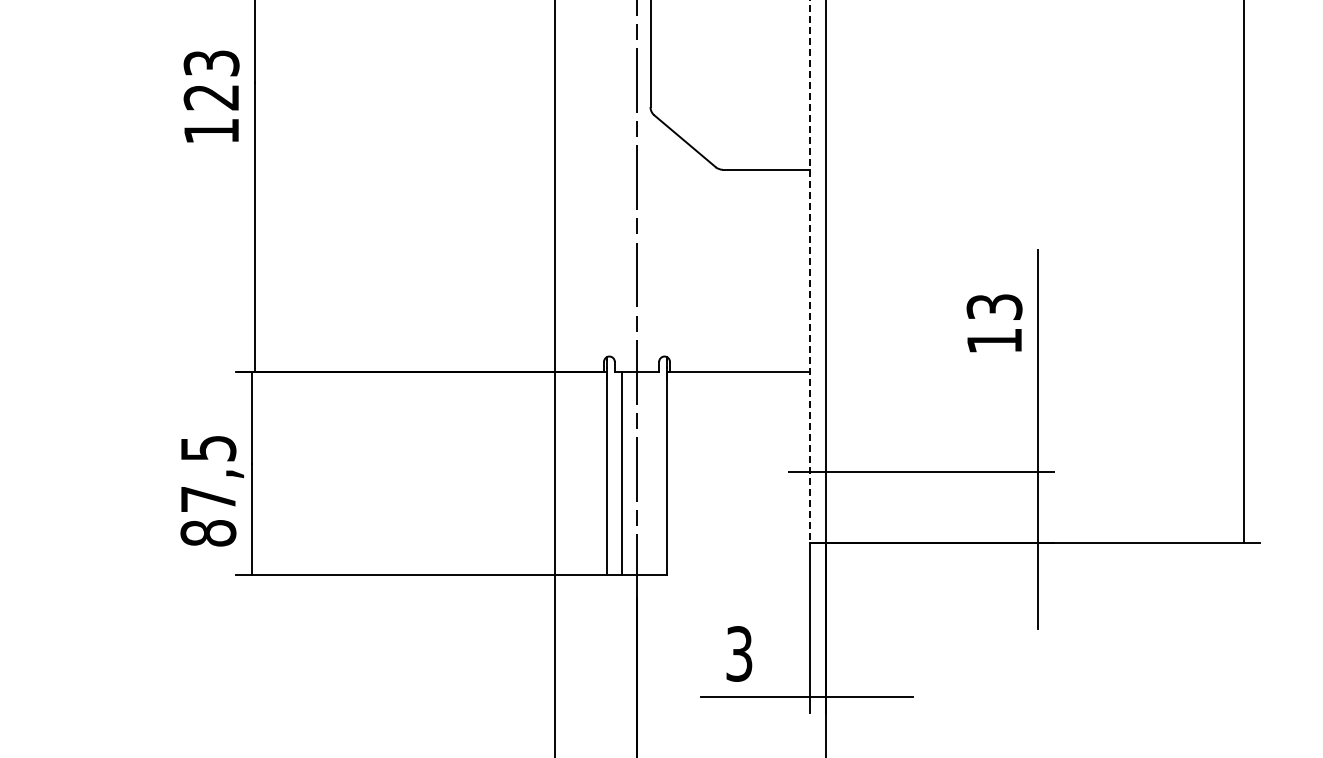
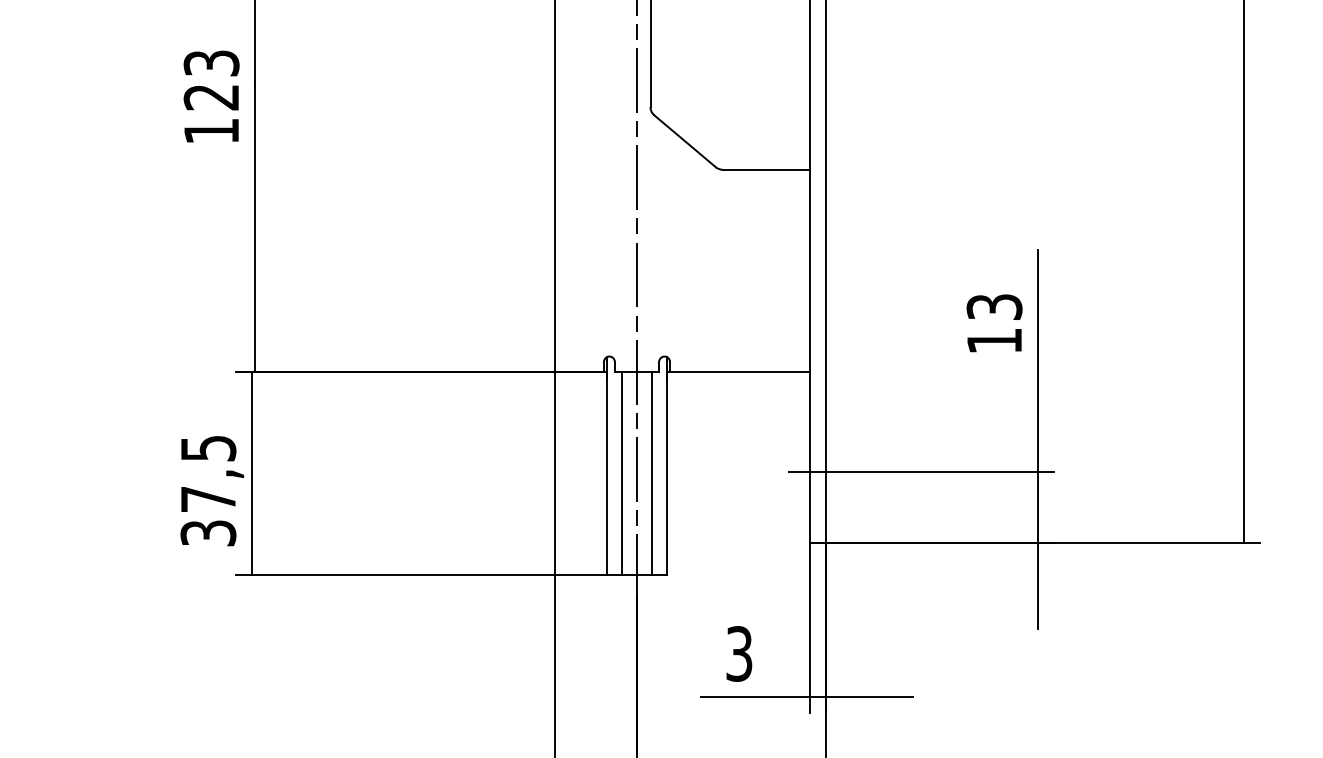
line at (810, 271): dashed -> solid
line at (651, 473): none -> present
text at (208, 533): 87,5 -> 37,5
